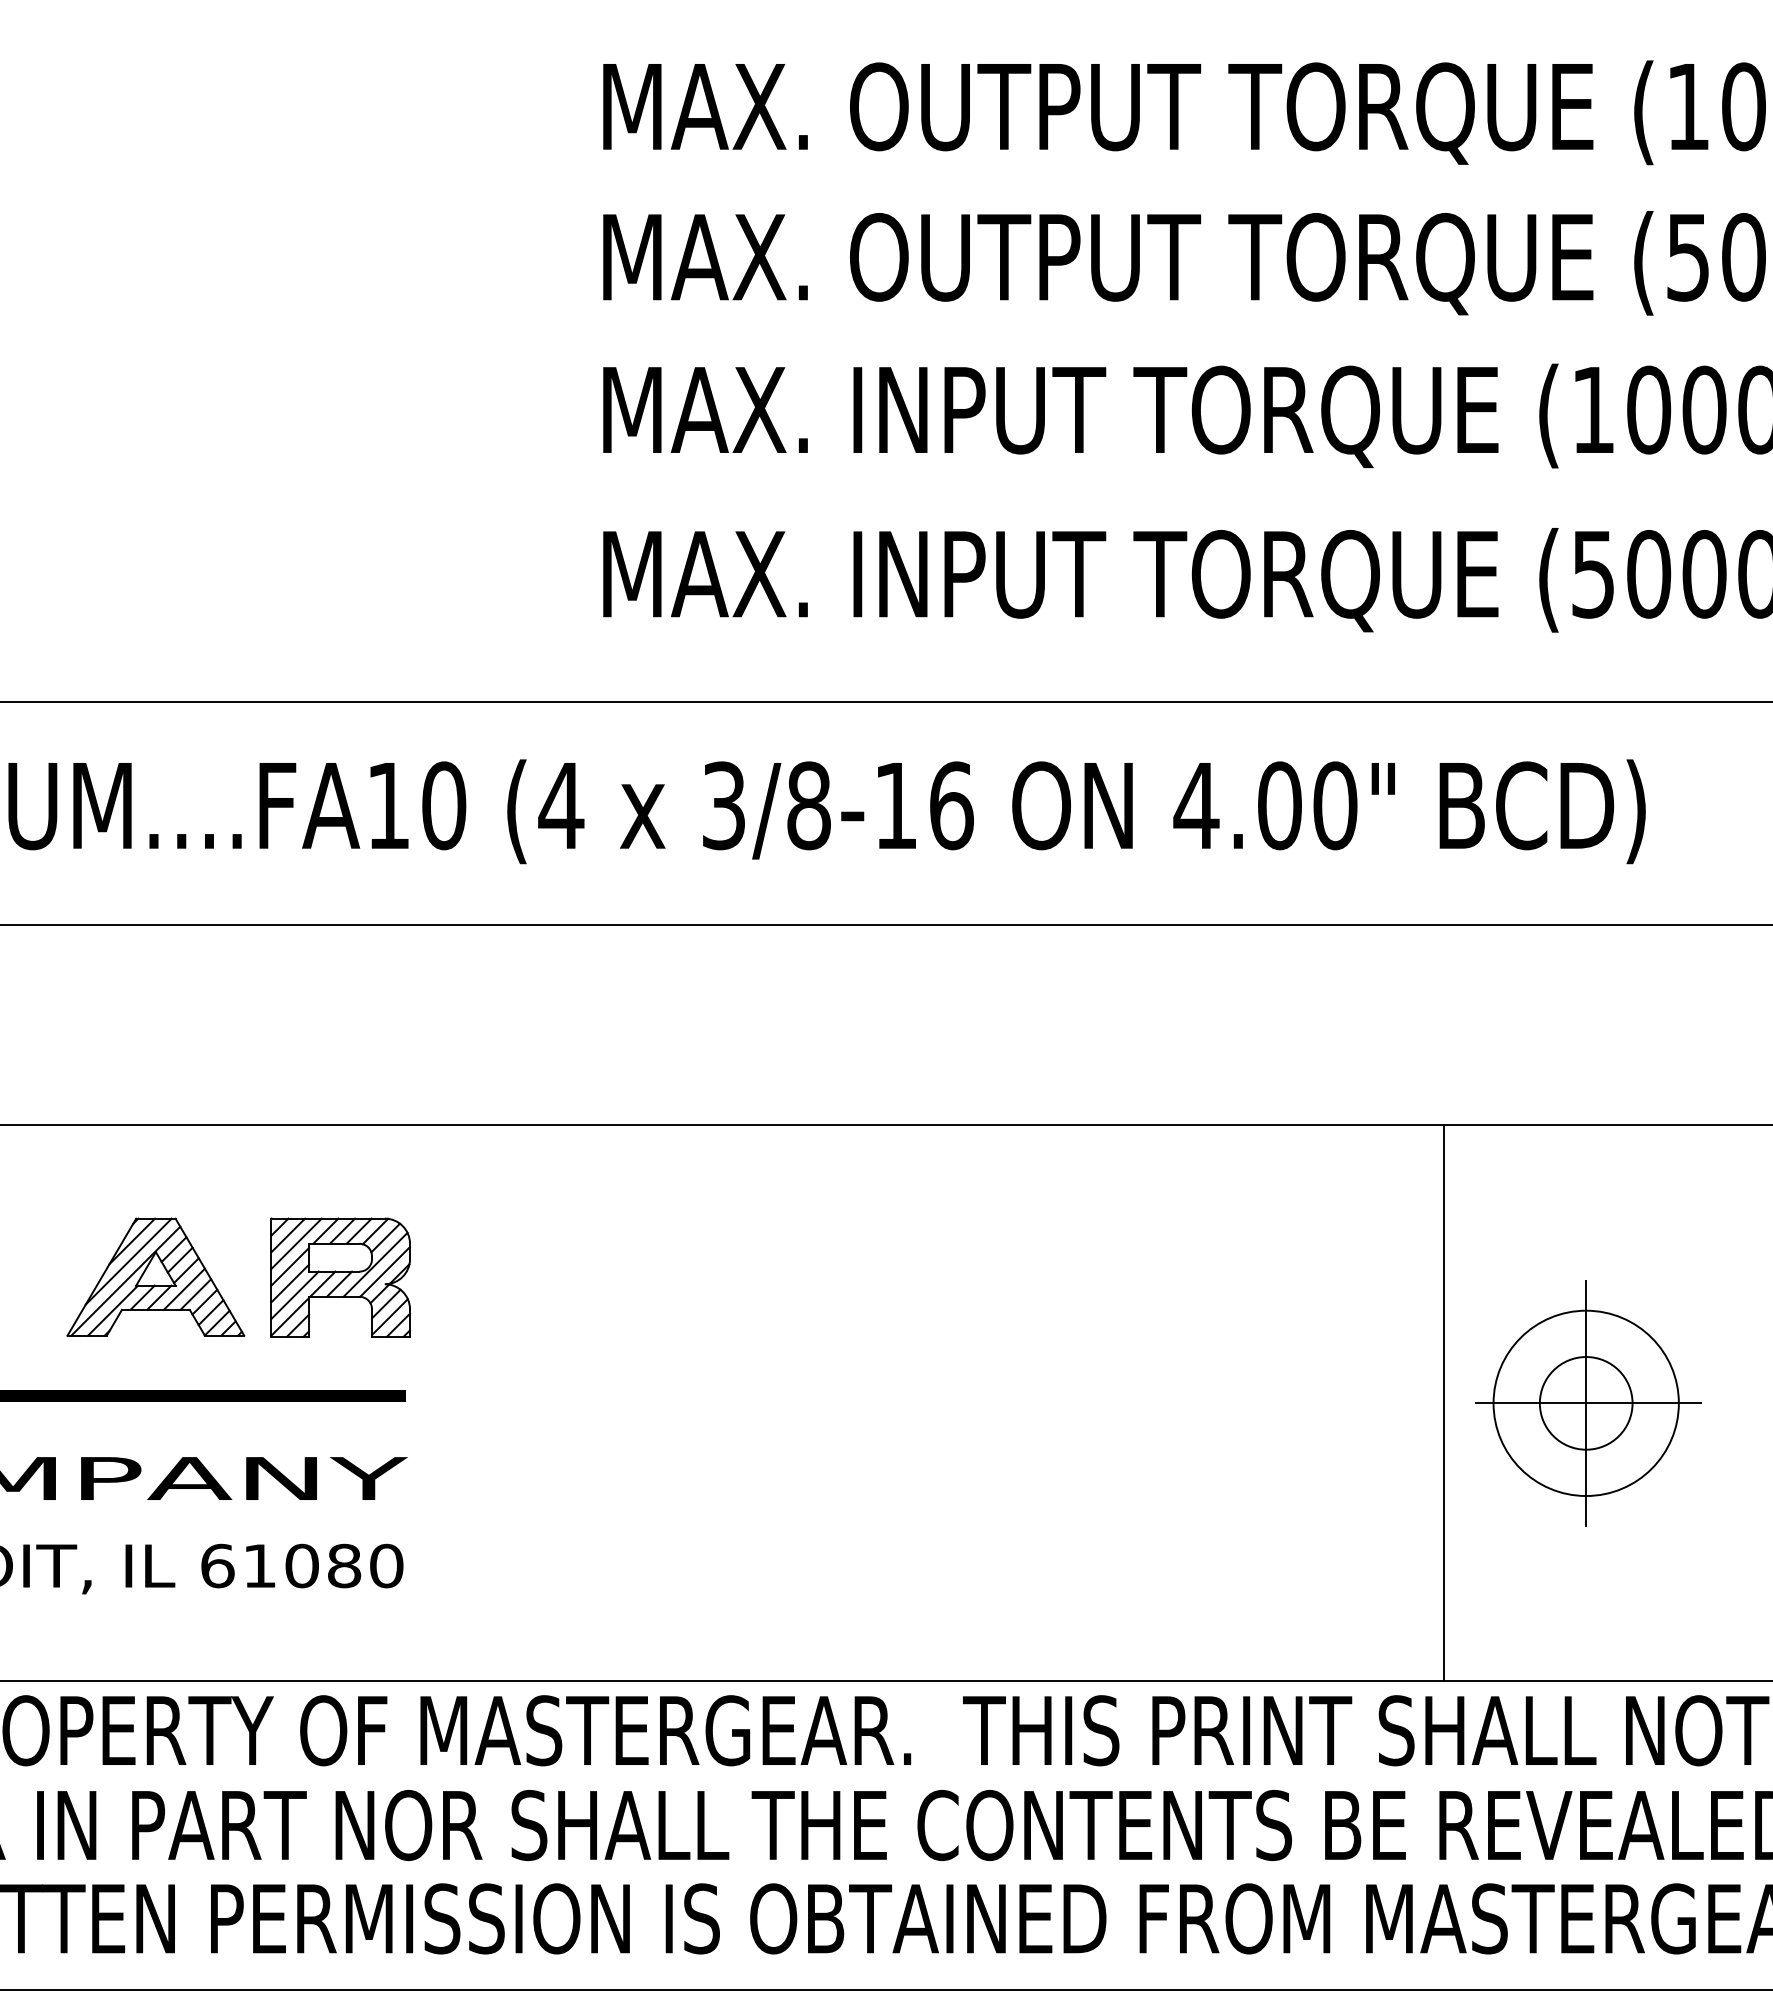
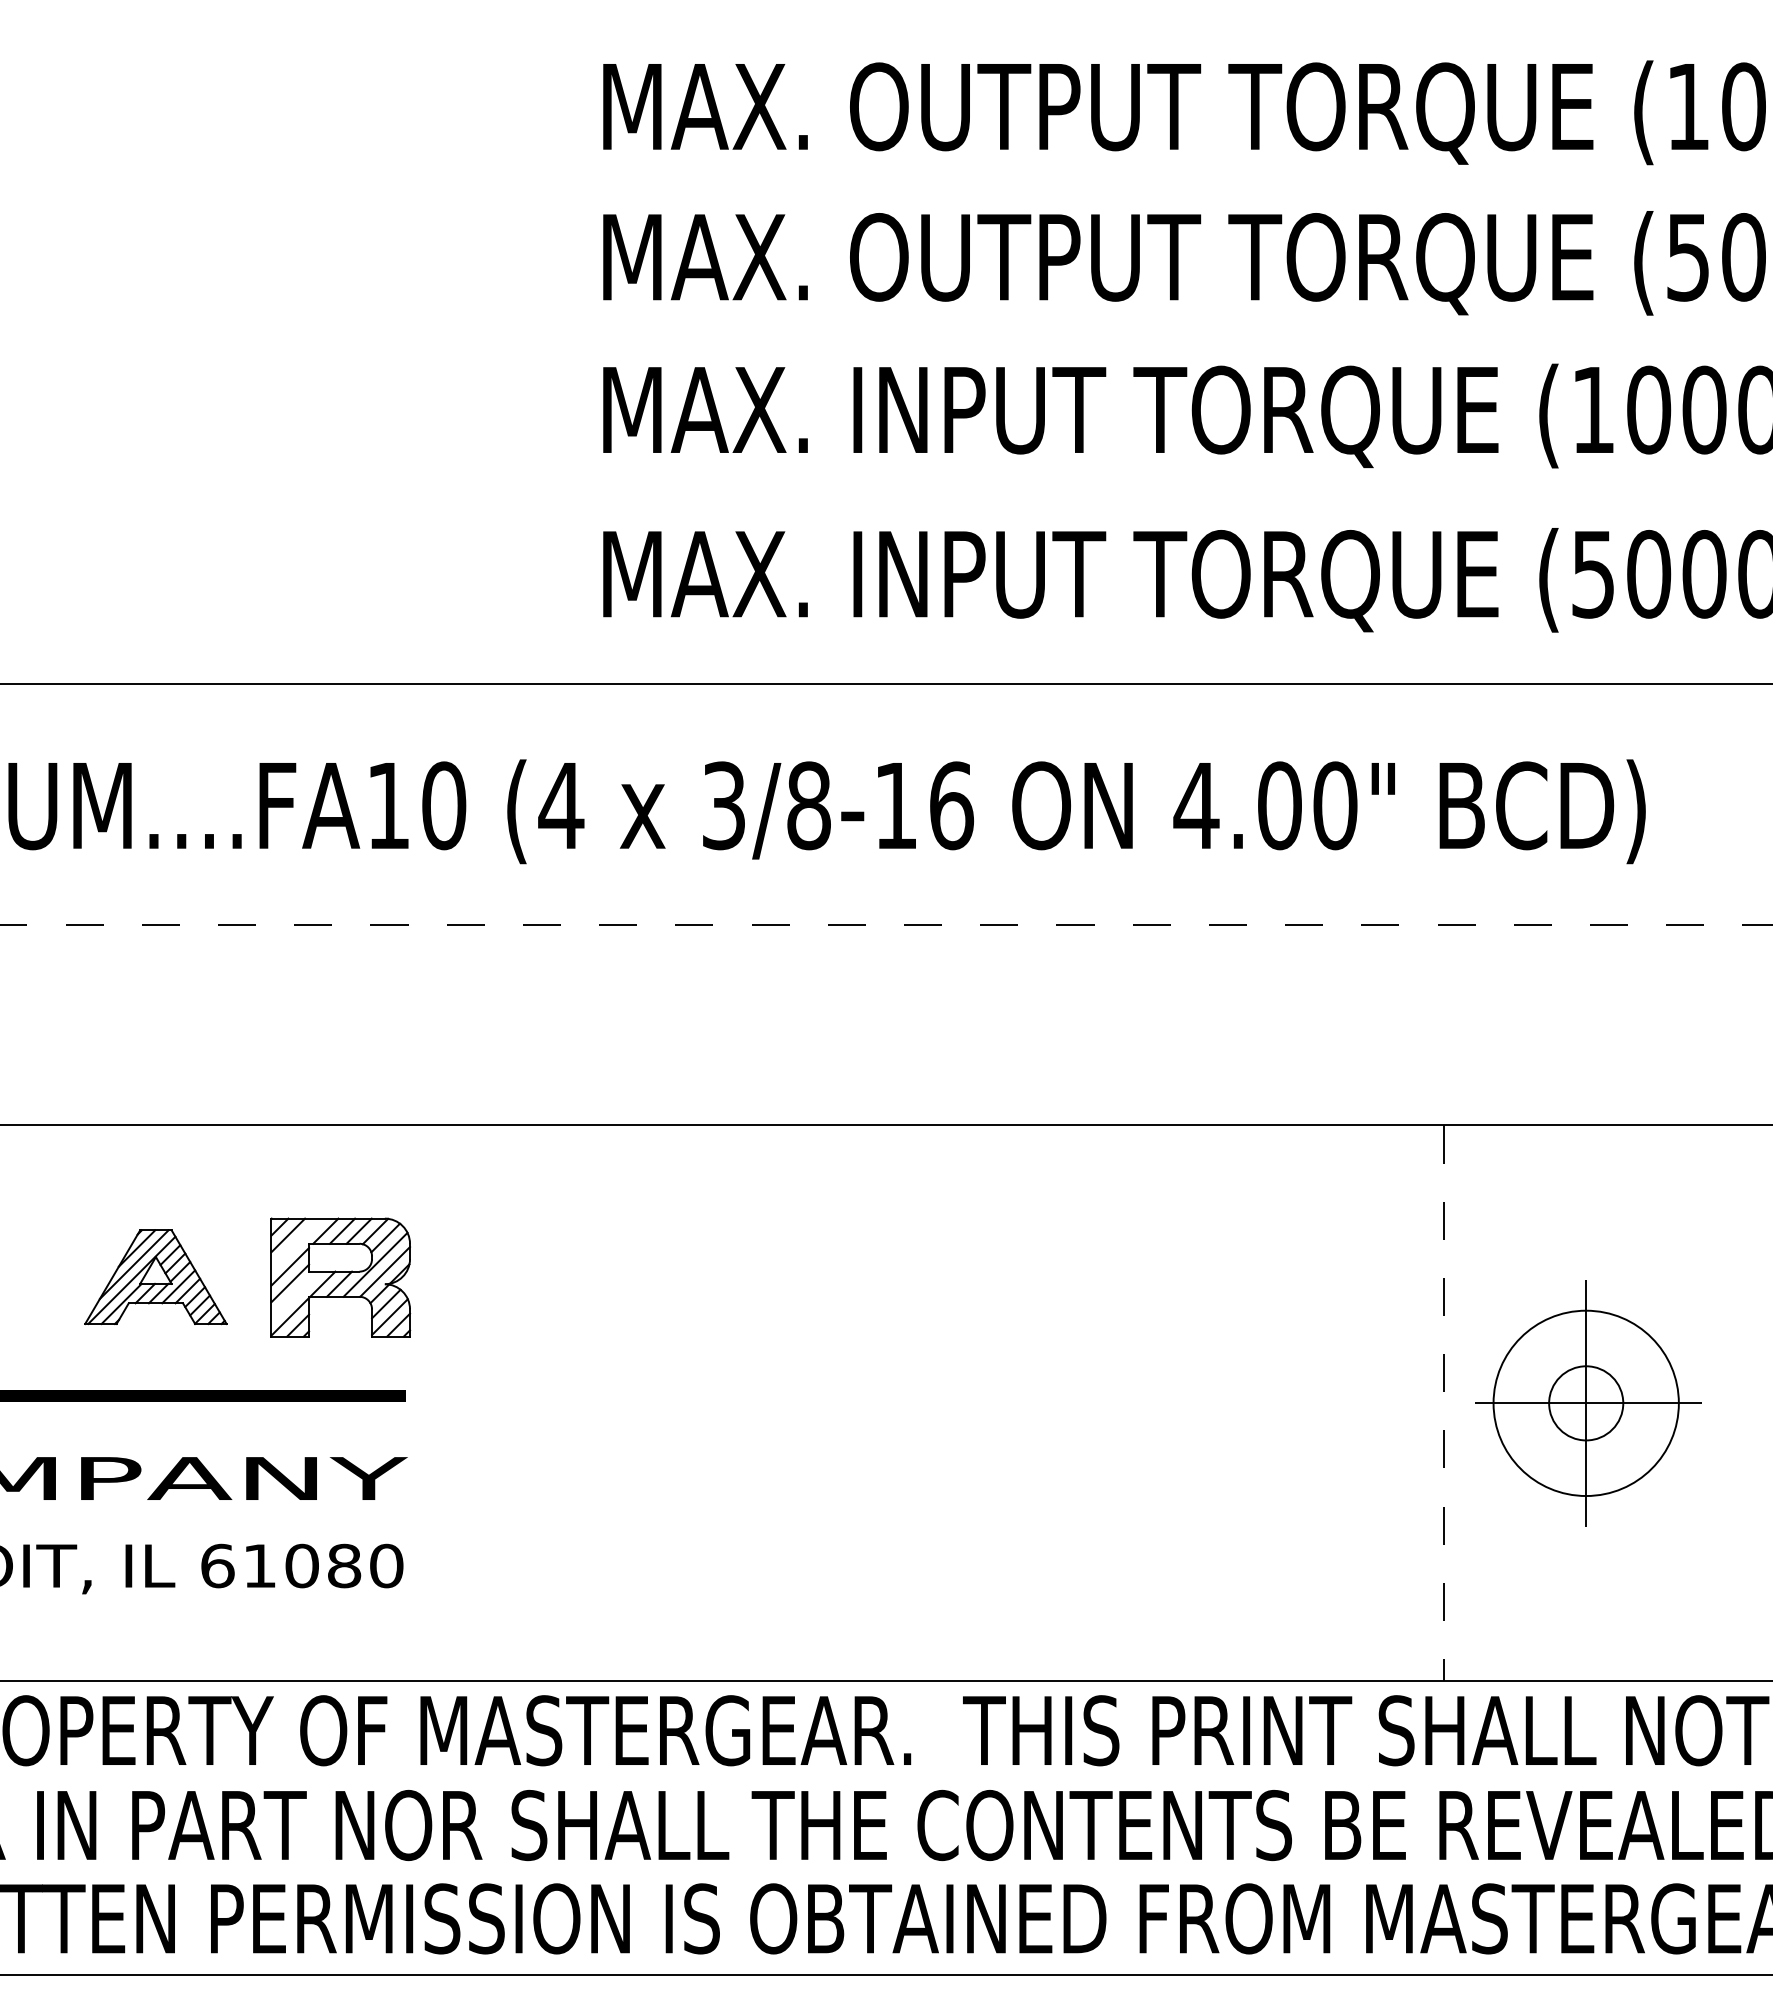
line at (885, 701) position: (885, 701) -> (885, 683)
line at (886, 924): solid -> dashed
line at (296, 1243): present -> none
part at (155, 1276) size: 180x120 px -> 144x97 px
line at (294, 1295): present -> none
line at (1443, 1403): solid -> dashed
circle at (1585, 1403) diameter: 93 px -> 74 px
line at (885, 1990) position: (885, 1990) -> (885, 1975)
